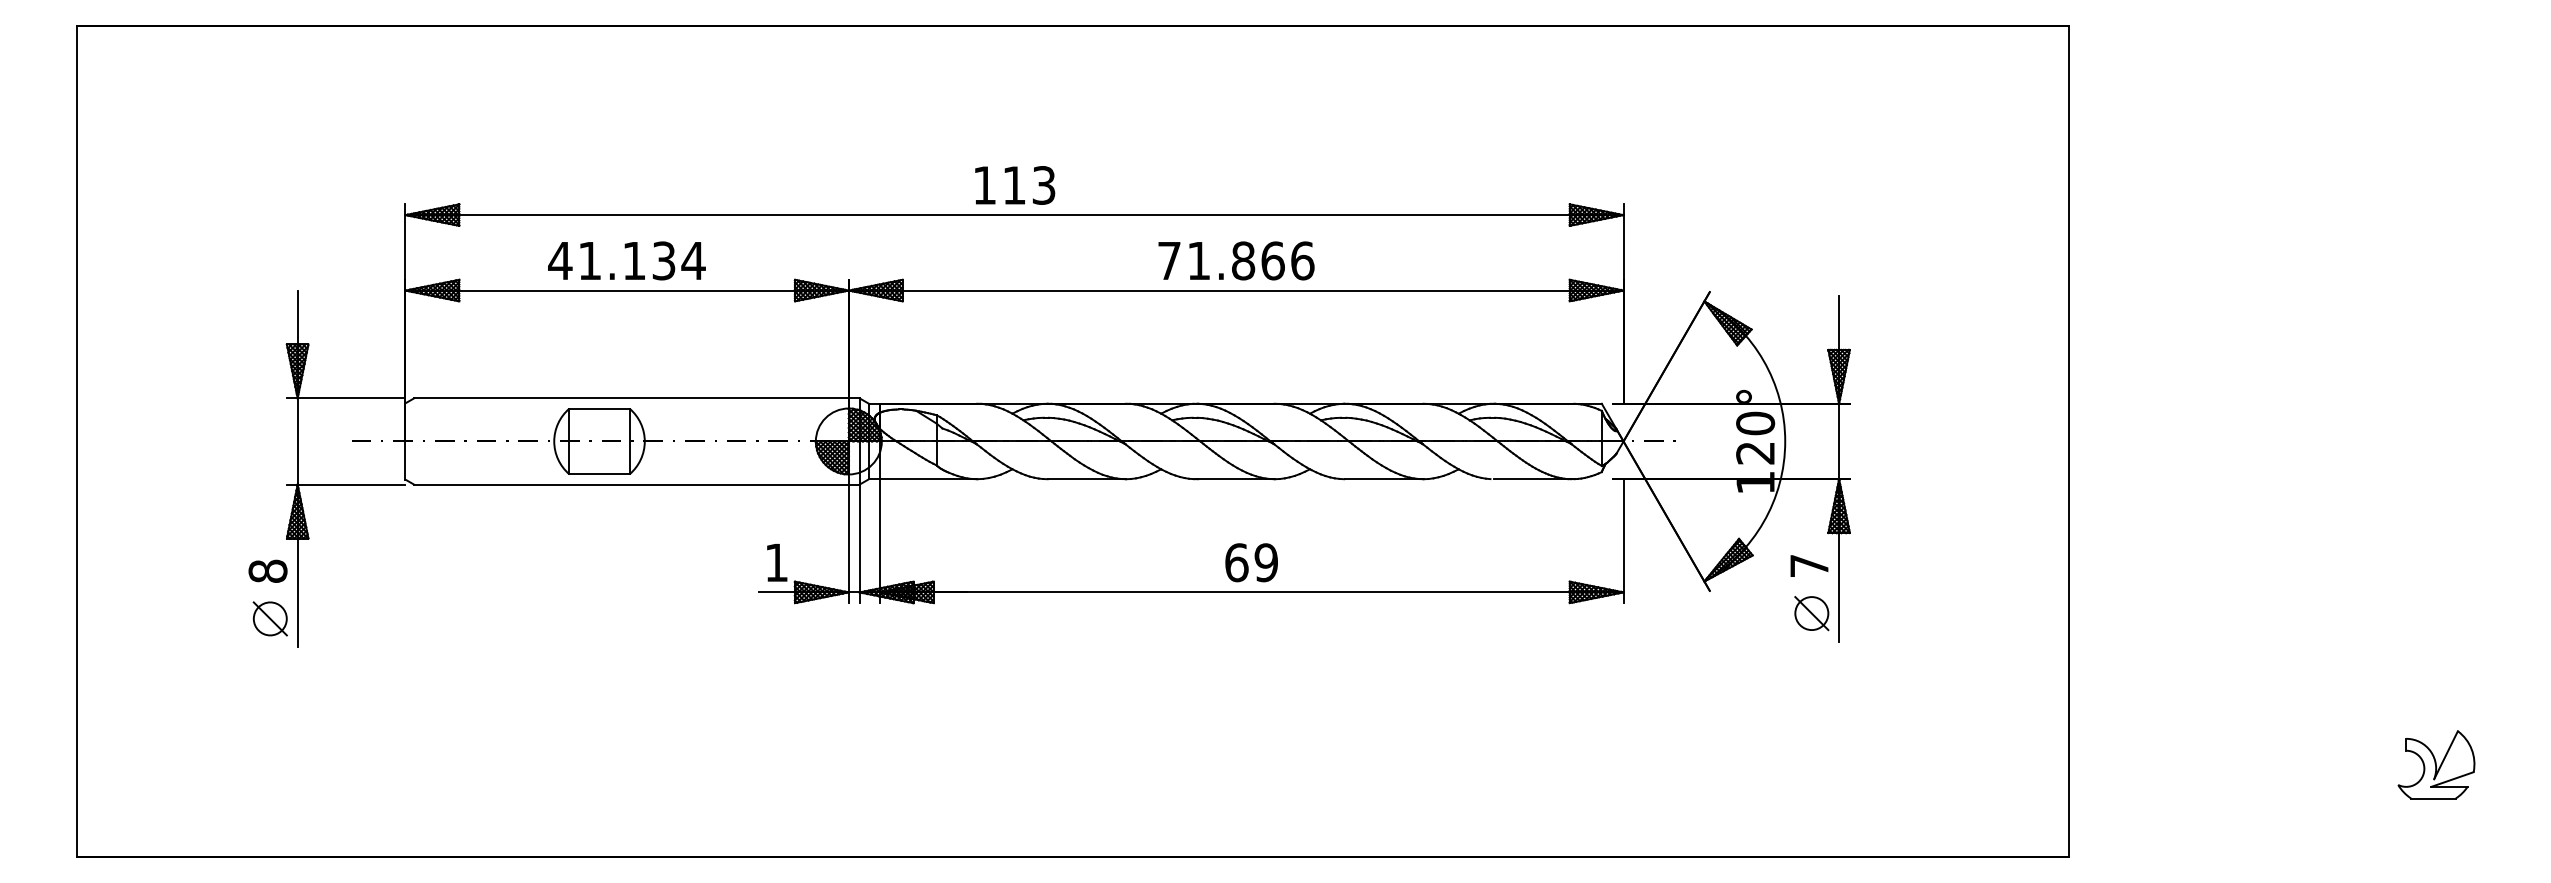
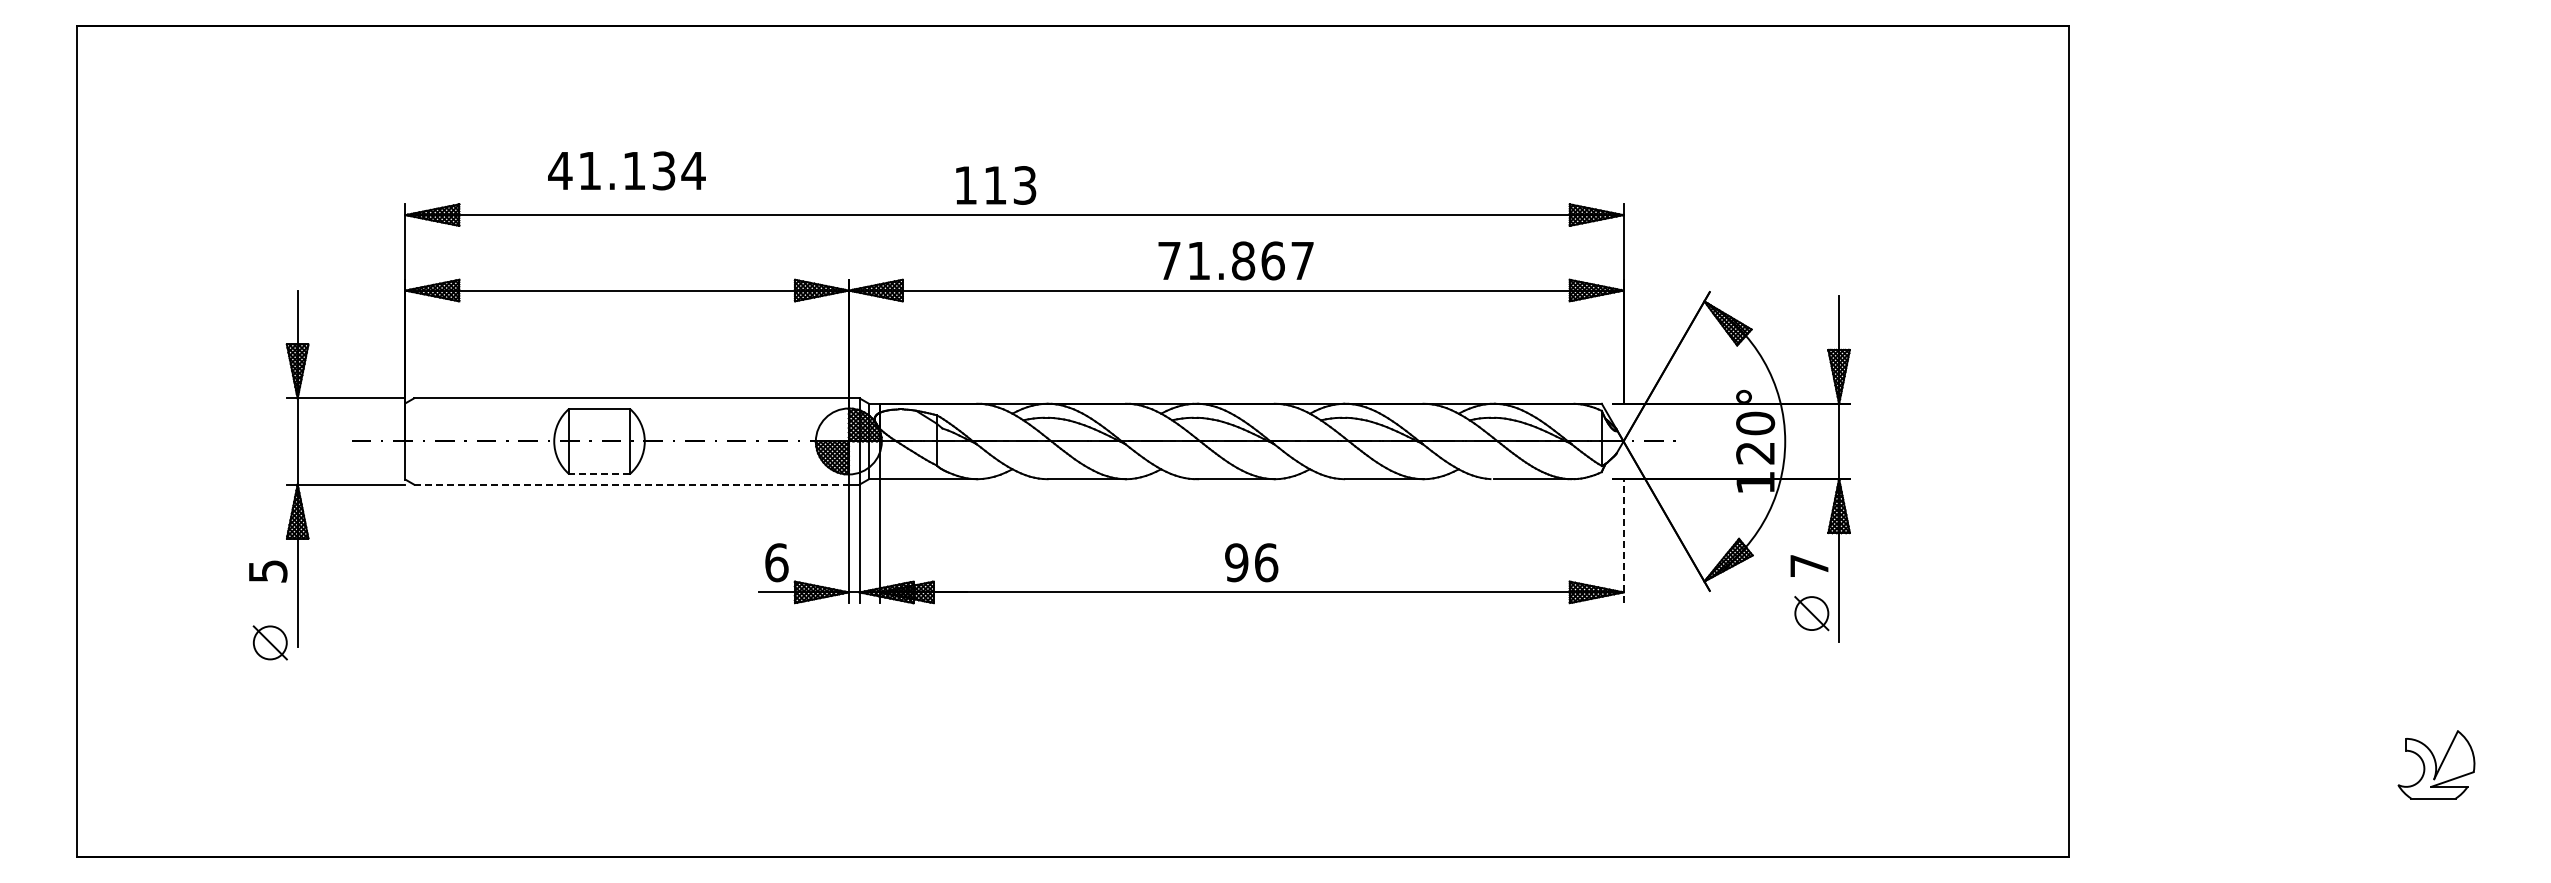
text at (1015, 185) position: (1015, 185) -> (996, 185)
text at (626, 260) position: (626, 260) -> (626, 170)
text at (1302, 260): 71.866 -> 71.867
line at (599, 474): solid -> dashed
line at (631, 484): solid -> dashed
line at (1623, 541): solid -> dashed
text at (776, 562): 1 -> 6
text at (1251, 562): 69 -> 96
text at (267, 570): 8 -> 5
part at (269, 618) position: (269, 618) -> (269, 642)
